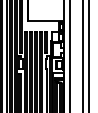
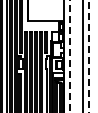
line at (70, 56): solid -> dashed
line at (88, 56): solid -> dashed
